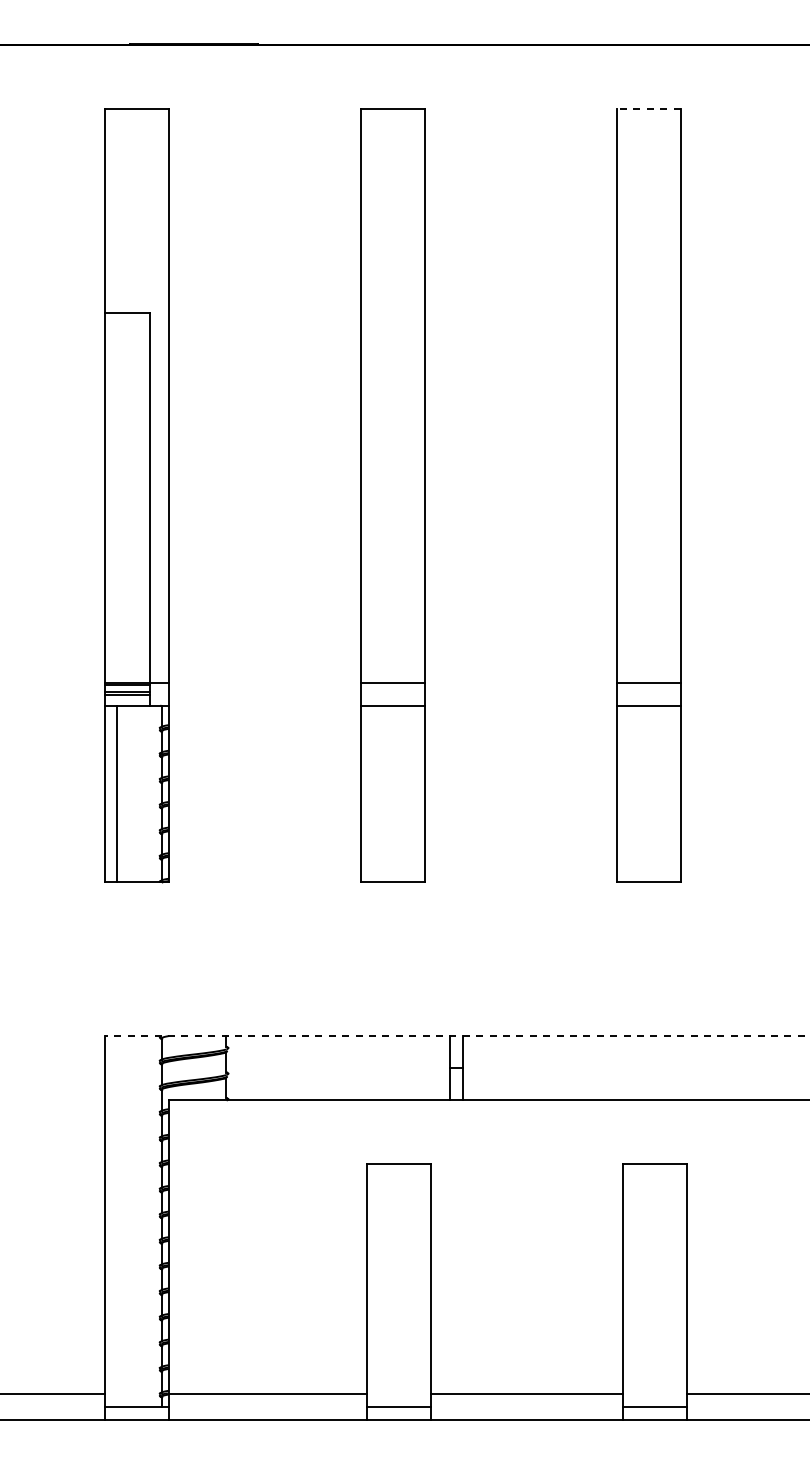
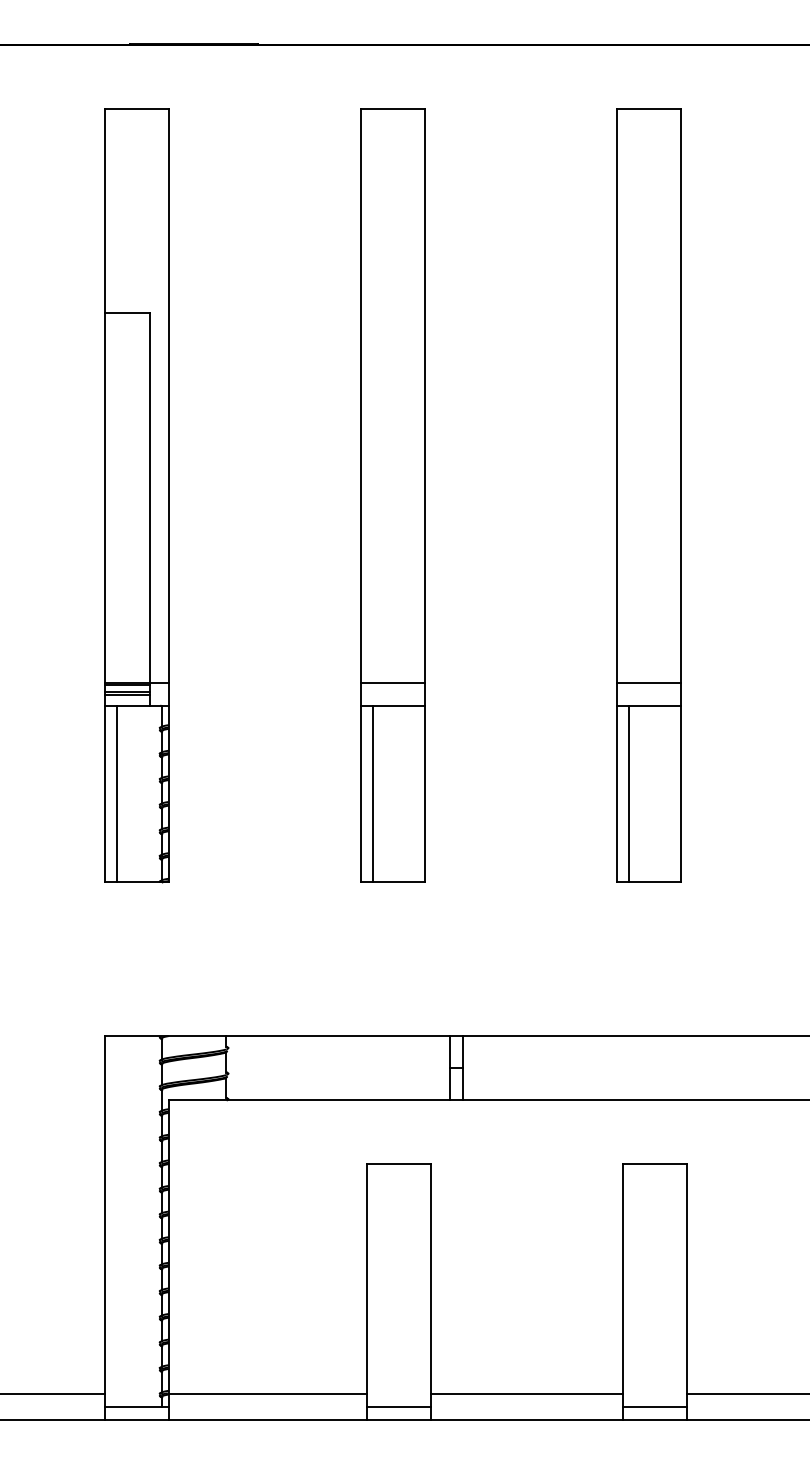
line at (648, 109): dashed -> solid
line at (373, 793): none -> present
line at (629, 793): none -> present
line at (456, 1036): dashed -> solid
